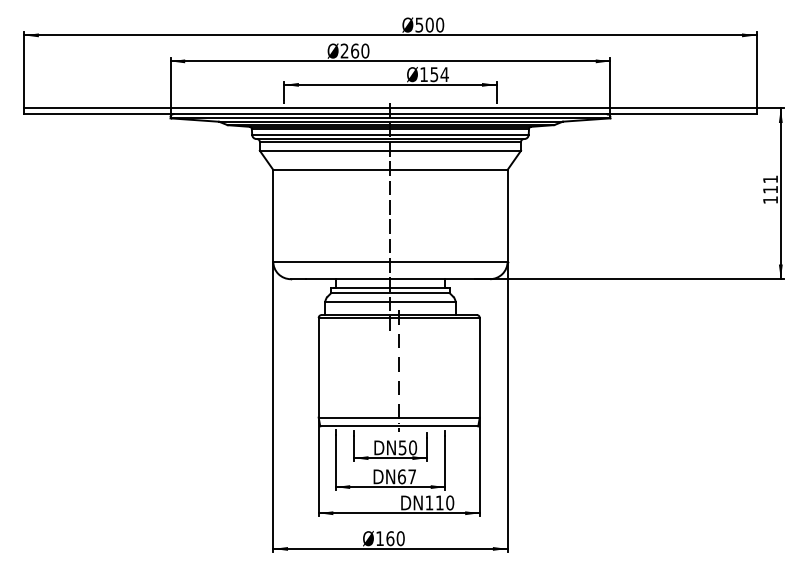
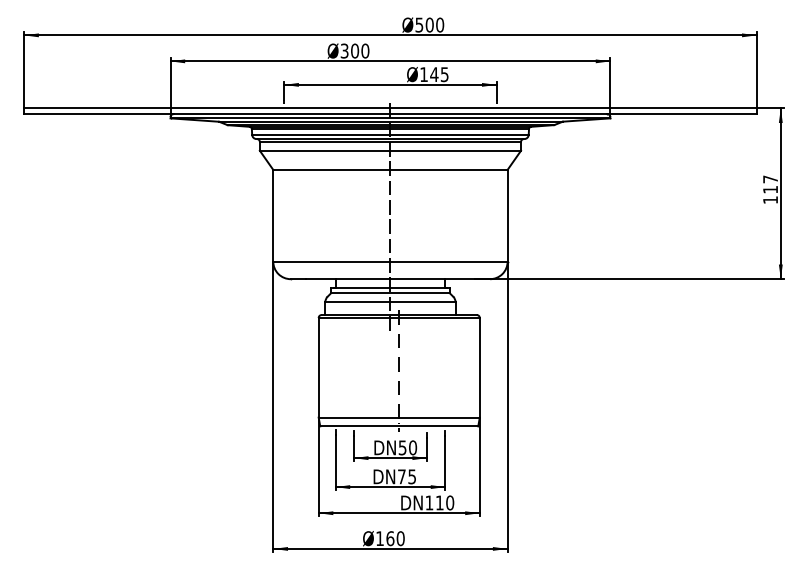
text at (349, 50): 260 -> 300
text at (439, 74): 154 -> 145
text at (770, 179): 111 -> 117
text at (406, 476): 67 -> 75
